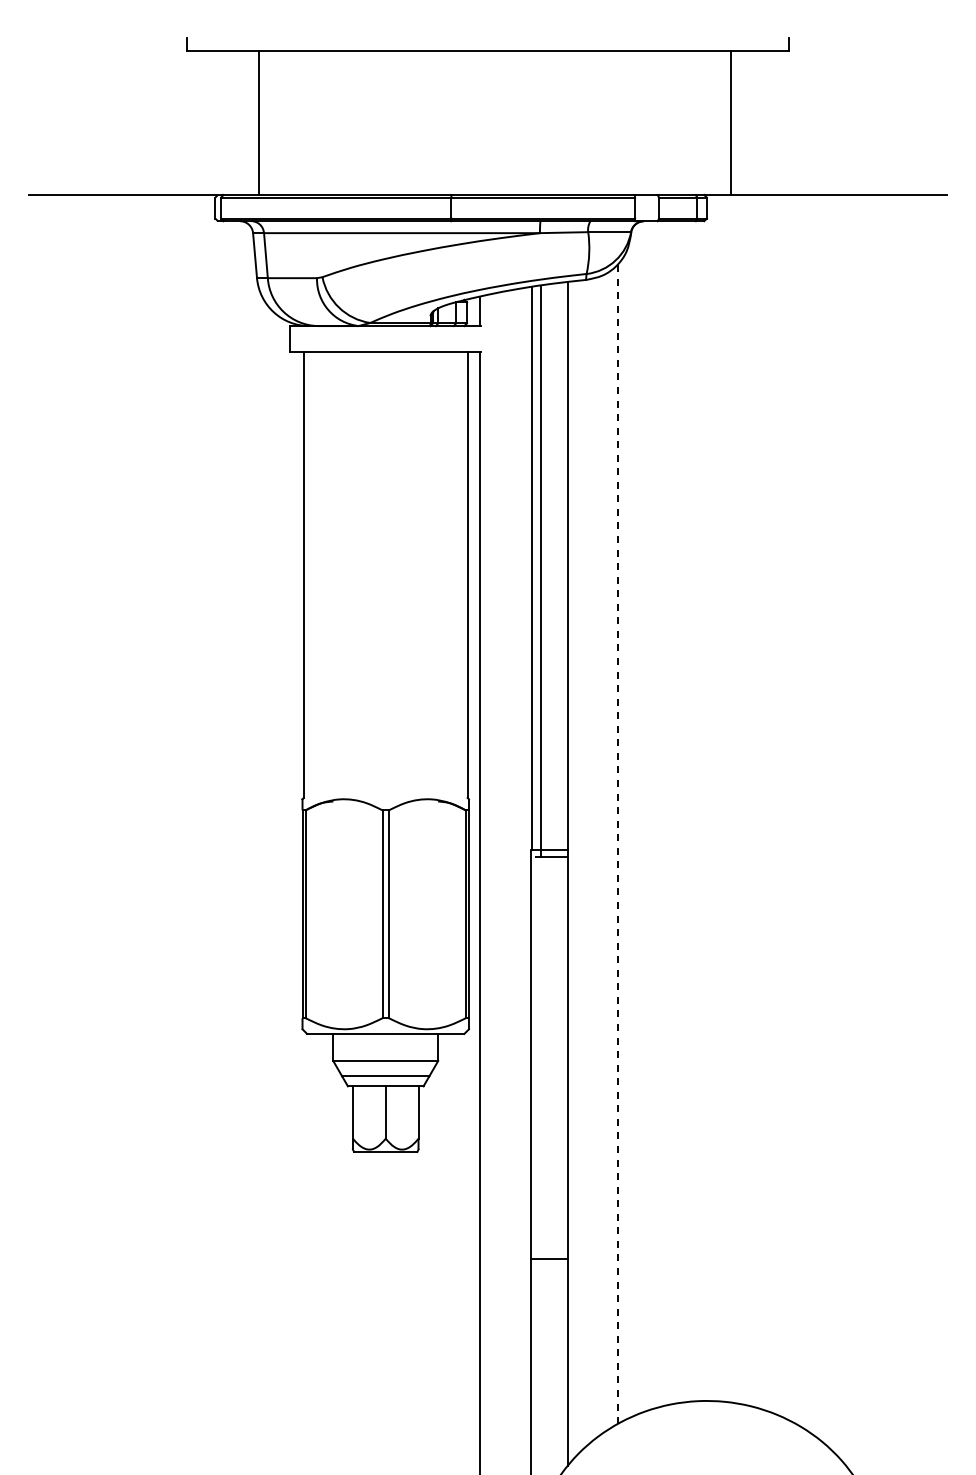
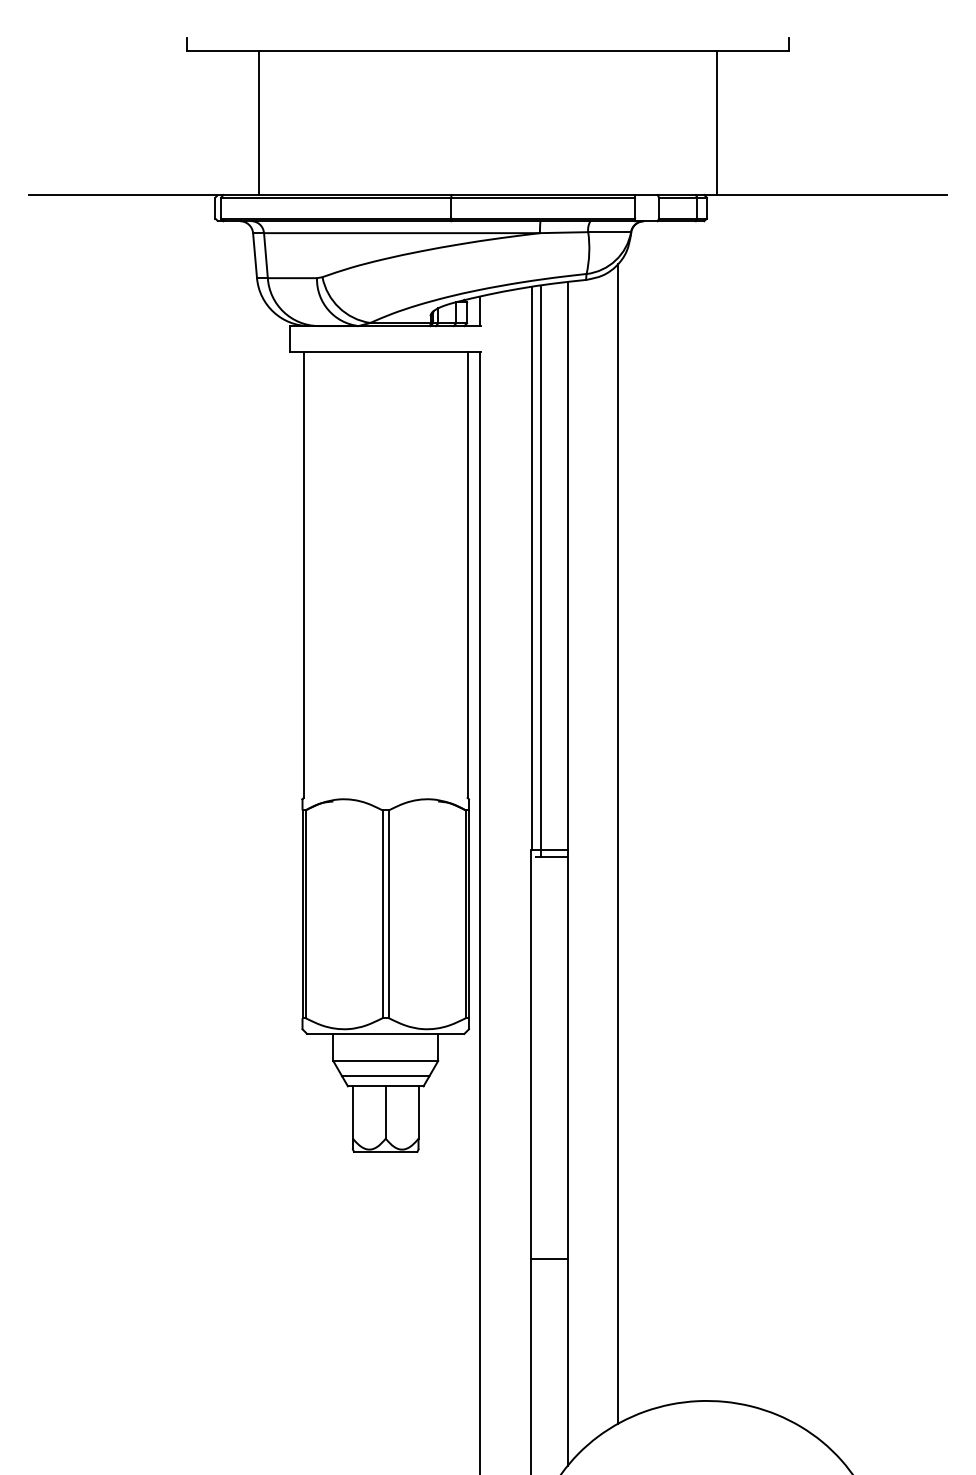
line at (731, 122) position: (731, 122) -> (717, 122)
line at (618, 843): dashed -> solid
